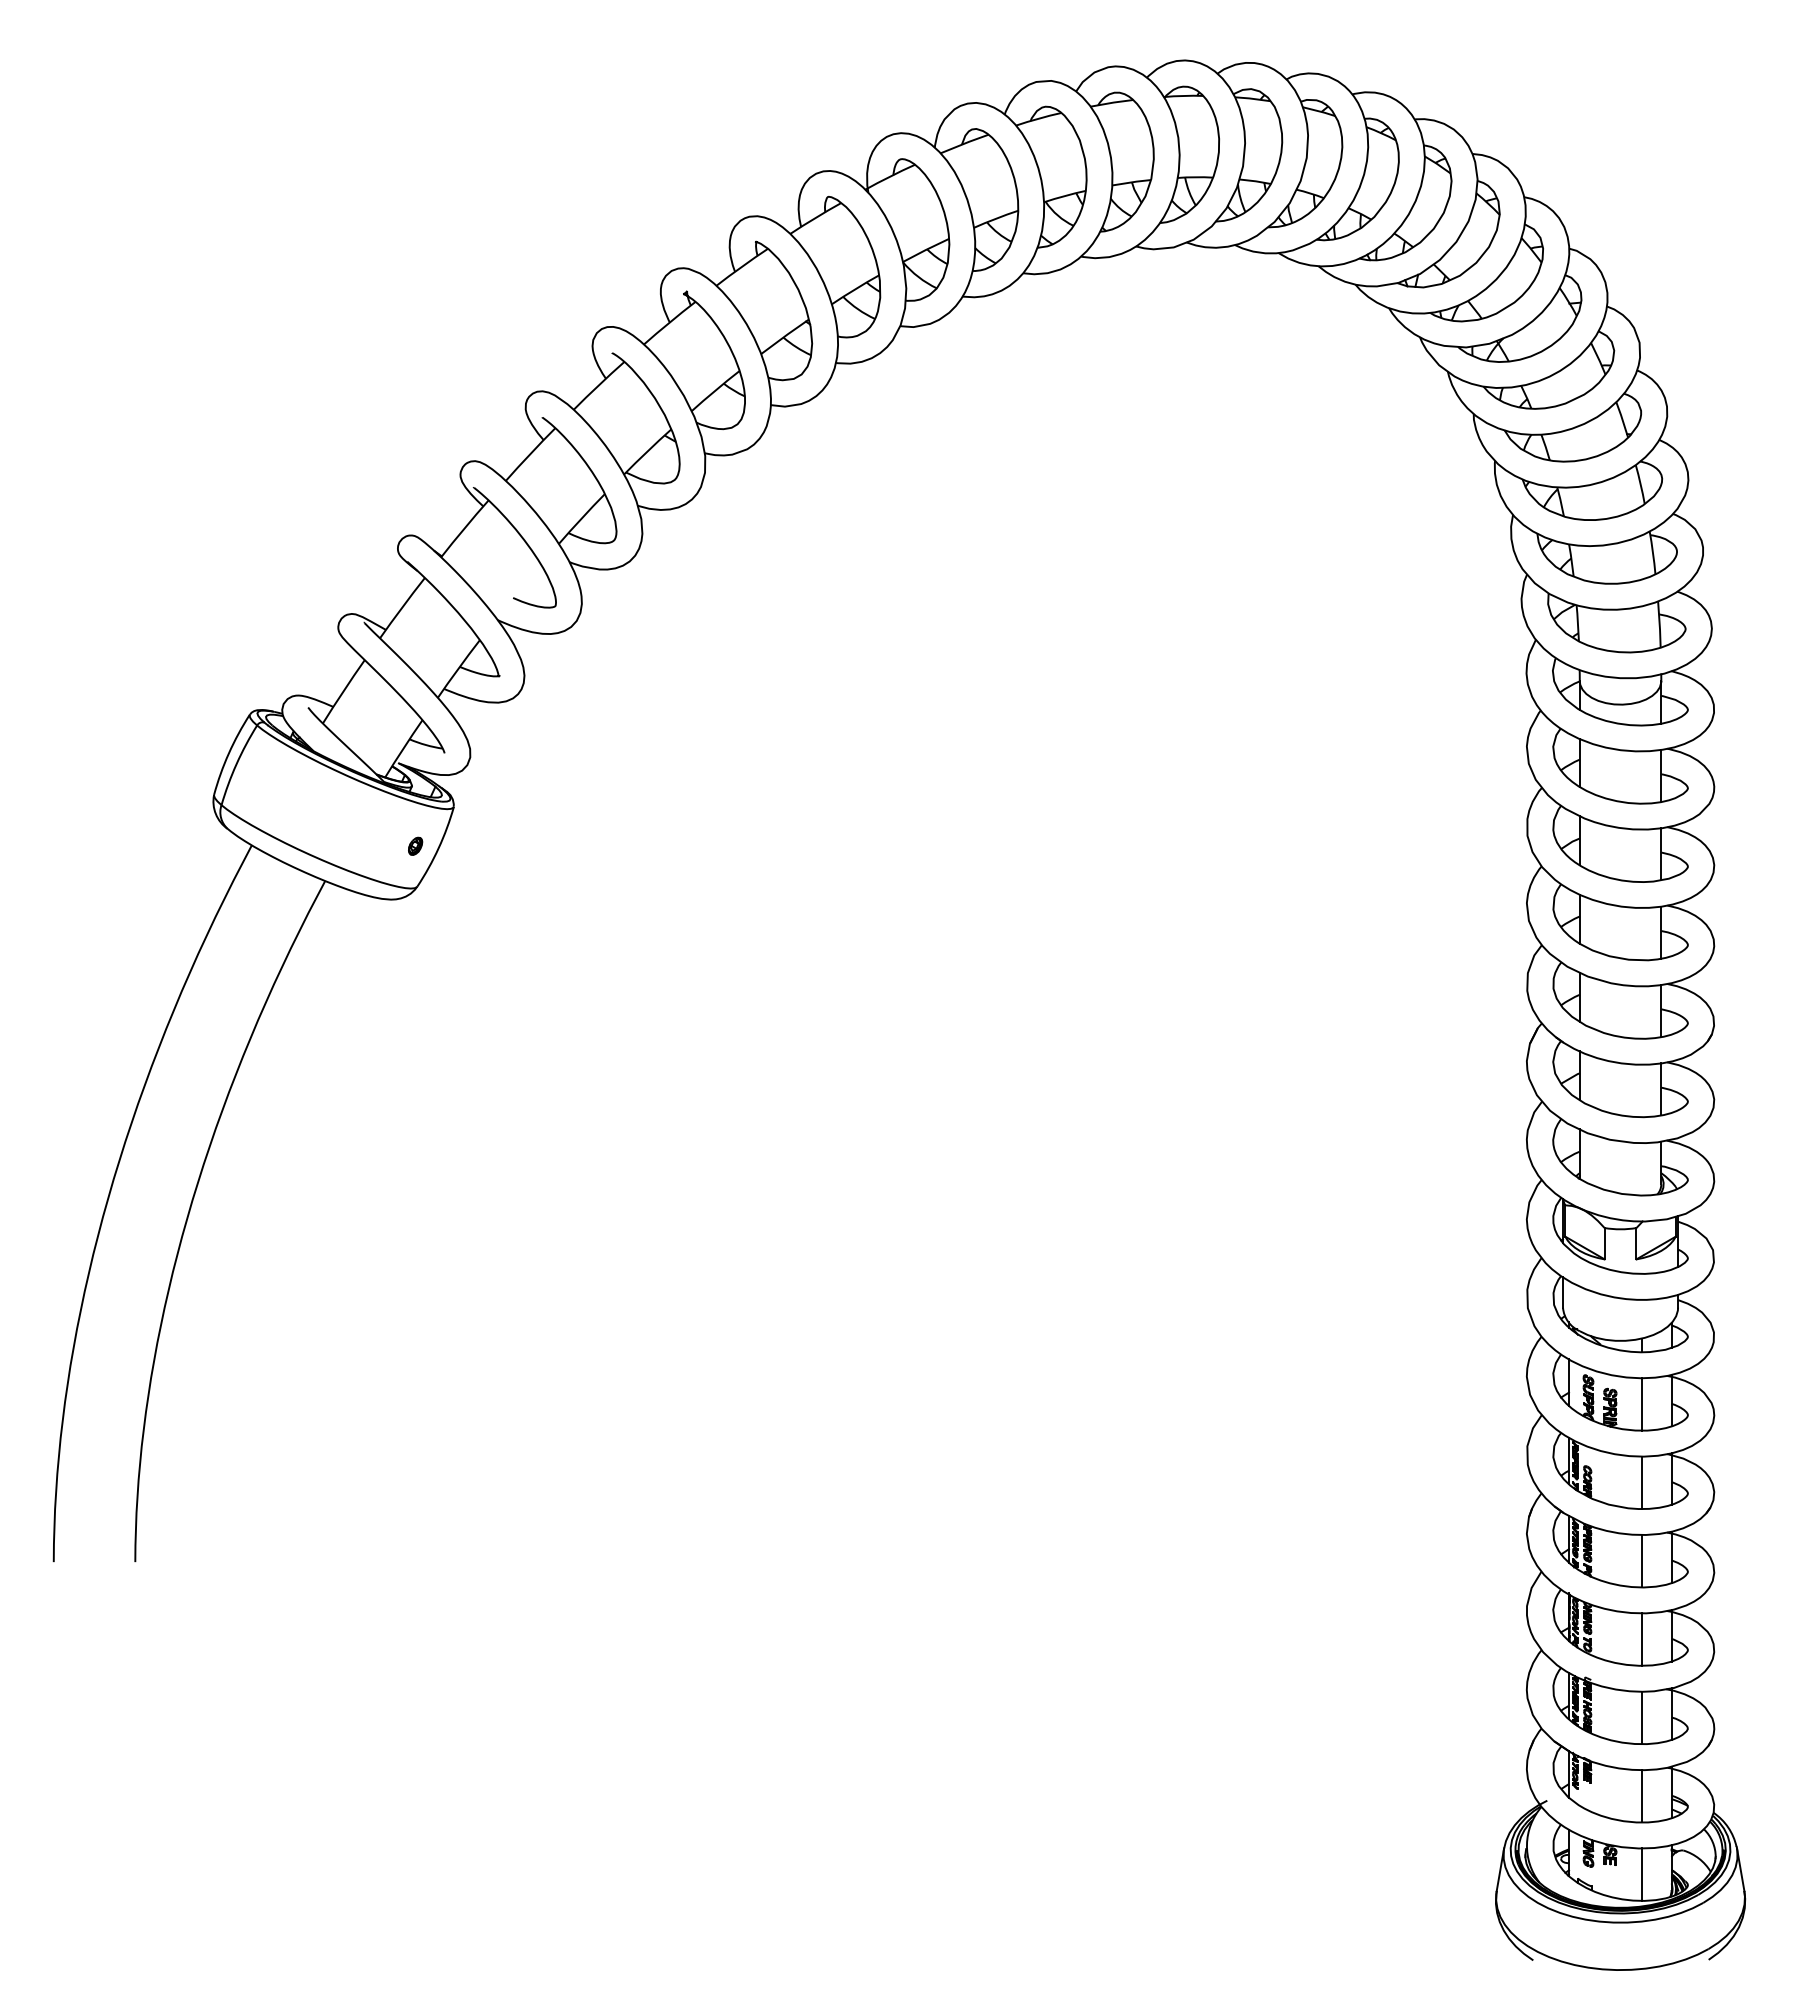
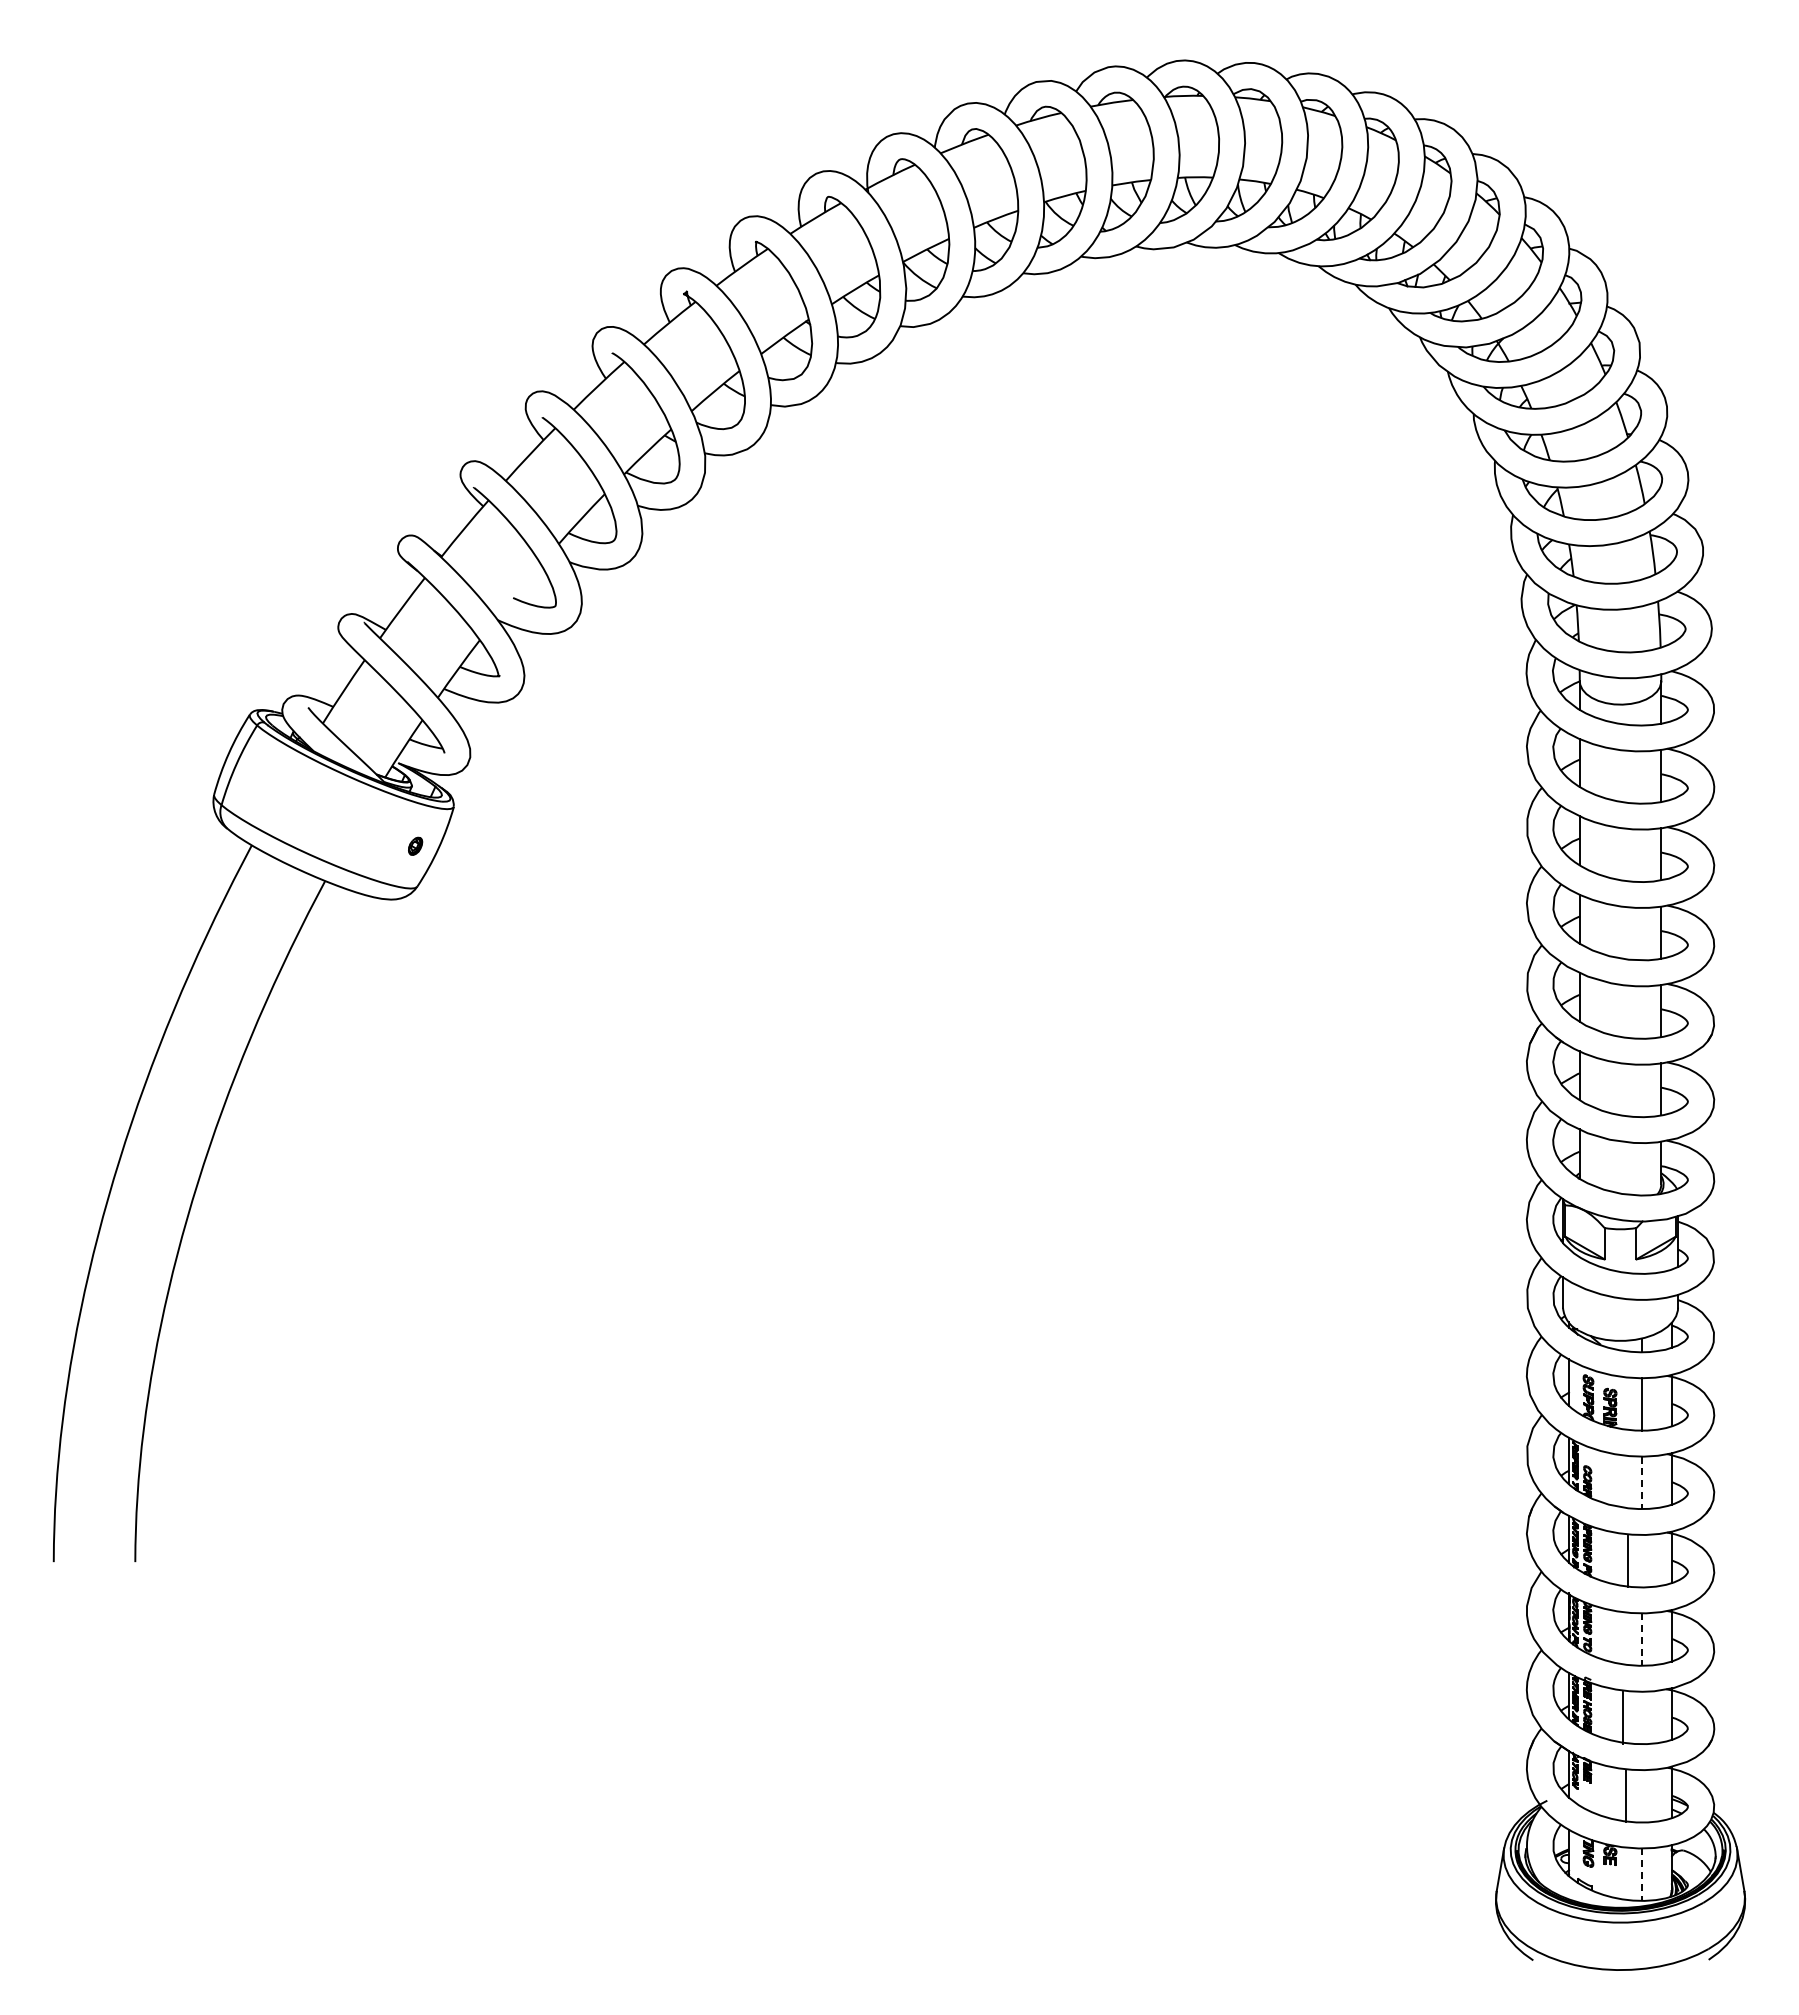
line at (1642, 1483): solid -> dashed
line at (1642, 1560) position: (1642, 1560) -> (1628, 1560)
line at (1642, 1640): solid -> dashed
line at (1642, 1717) position: (1642, 1717) -> (1623, 1717)
line at (1642, 1796) position: (1642, 1796) -> (1626, 1796)
line at (1642, 1875): solid -> dashed
